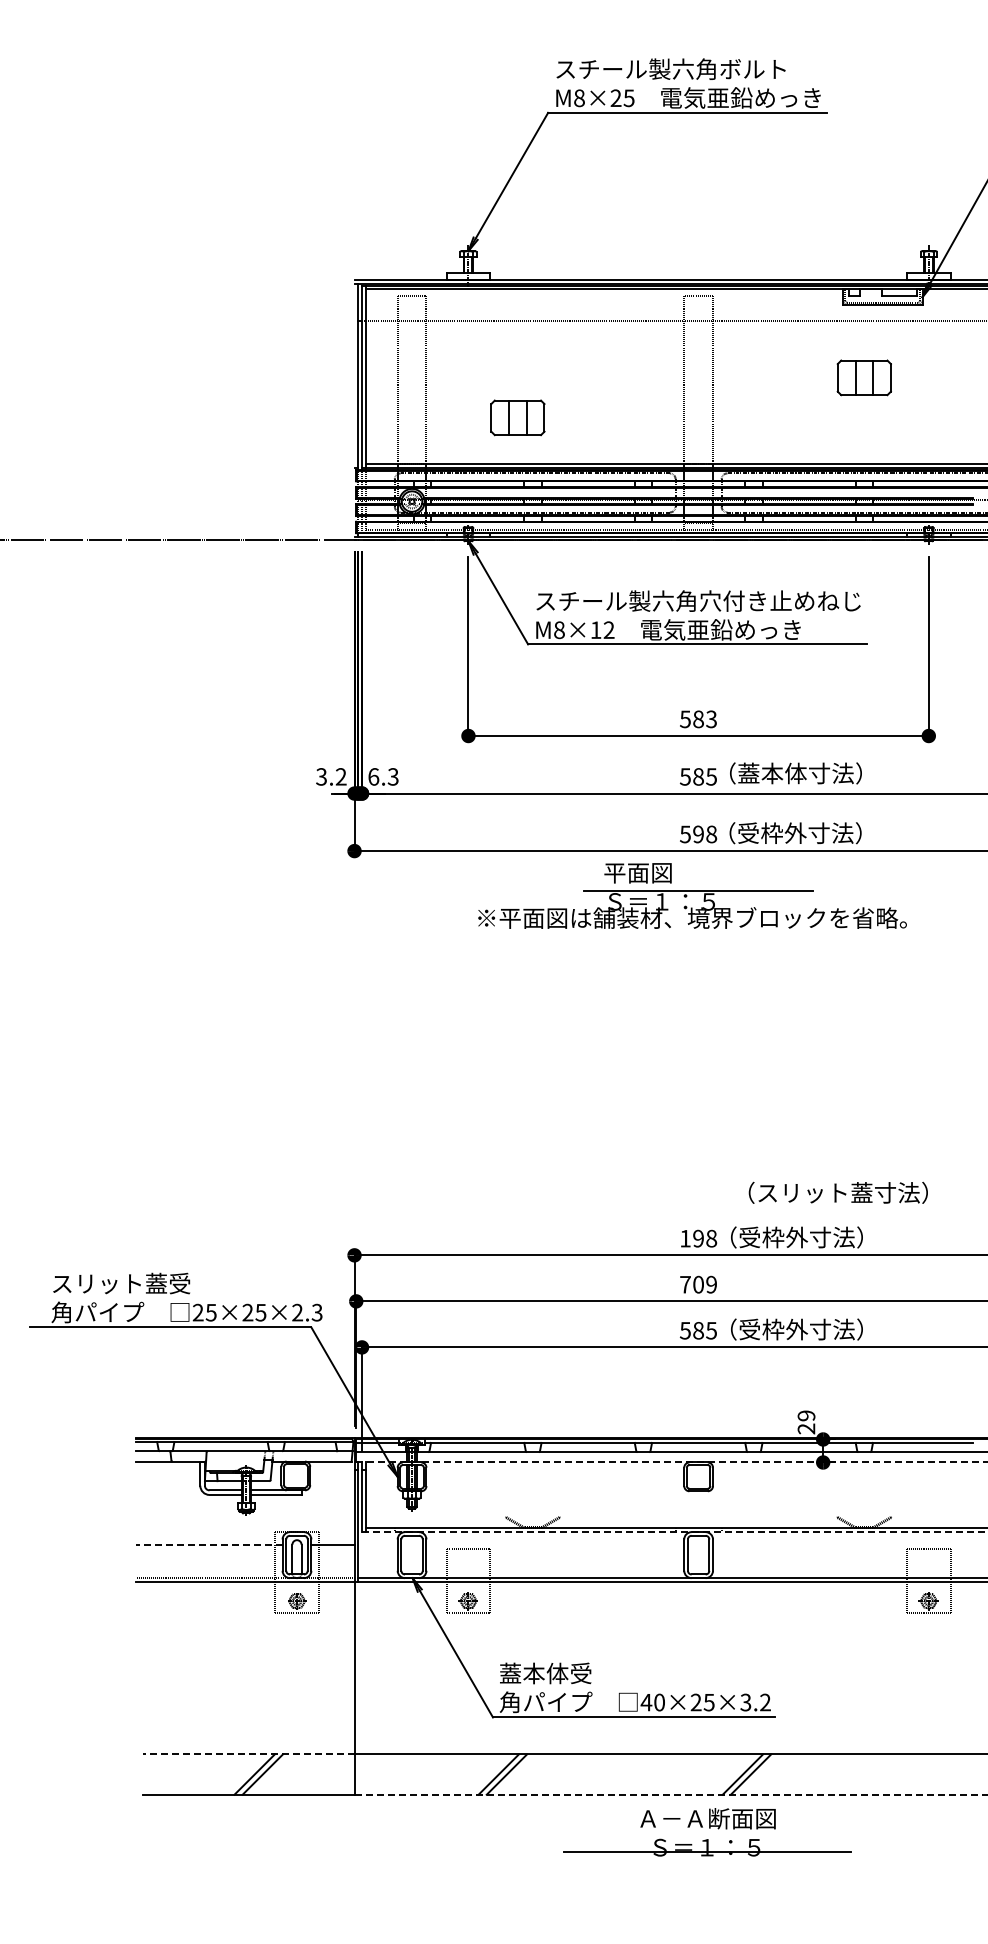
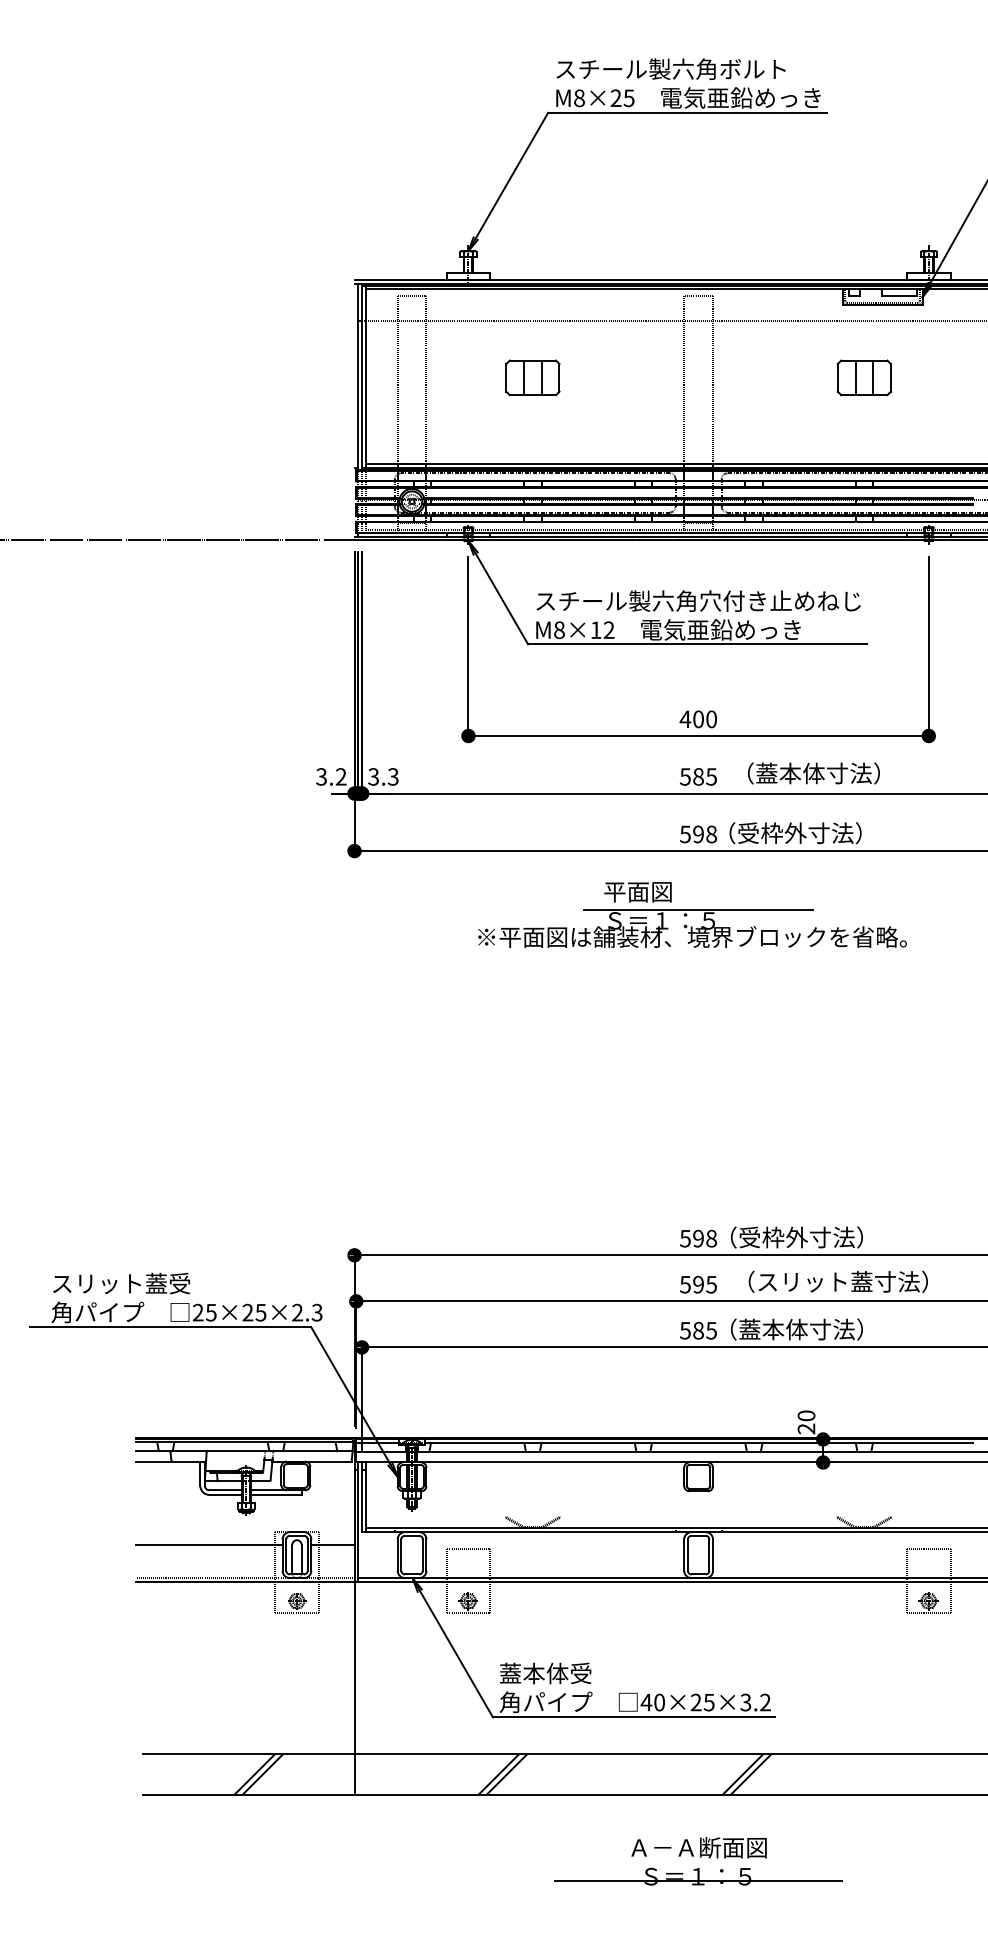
part at (517, 417) position: (517, 417) -> (532, 377)
text at (697, 719): 583 -> 400
text at (795, 773) position: (795, 773) -> (813, 773)
text at (373, 776): 6.3 -> 3.3
part at (692, 895) position: (692, 895) -> (692, 914)
text at (837, 1192) position: (837, 1192) -> (837, 1281)
text at (684, 1238): 198 -> 598
text at (697, 1284): 709 -> 595
text at (773, 1329): （受枠外寸法） -> （蓋本体寸法）
text at (806, 1415): 29 -> 20
line at (672, 1462): dashed -> solid
line at (674, 1532): dashed -> solid
line at (208, 1545): dashed -> solid
line at (248, 1754): dashed -> solid
line at (671, 1794): dashed -> solid
part at (707, 1832) position: (707, 1832) -> (698, 1861)
